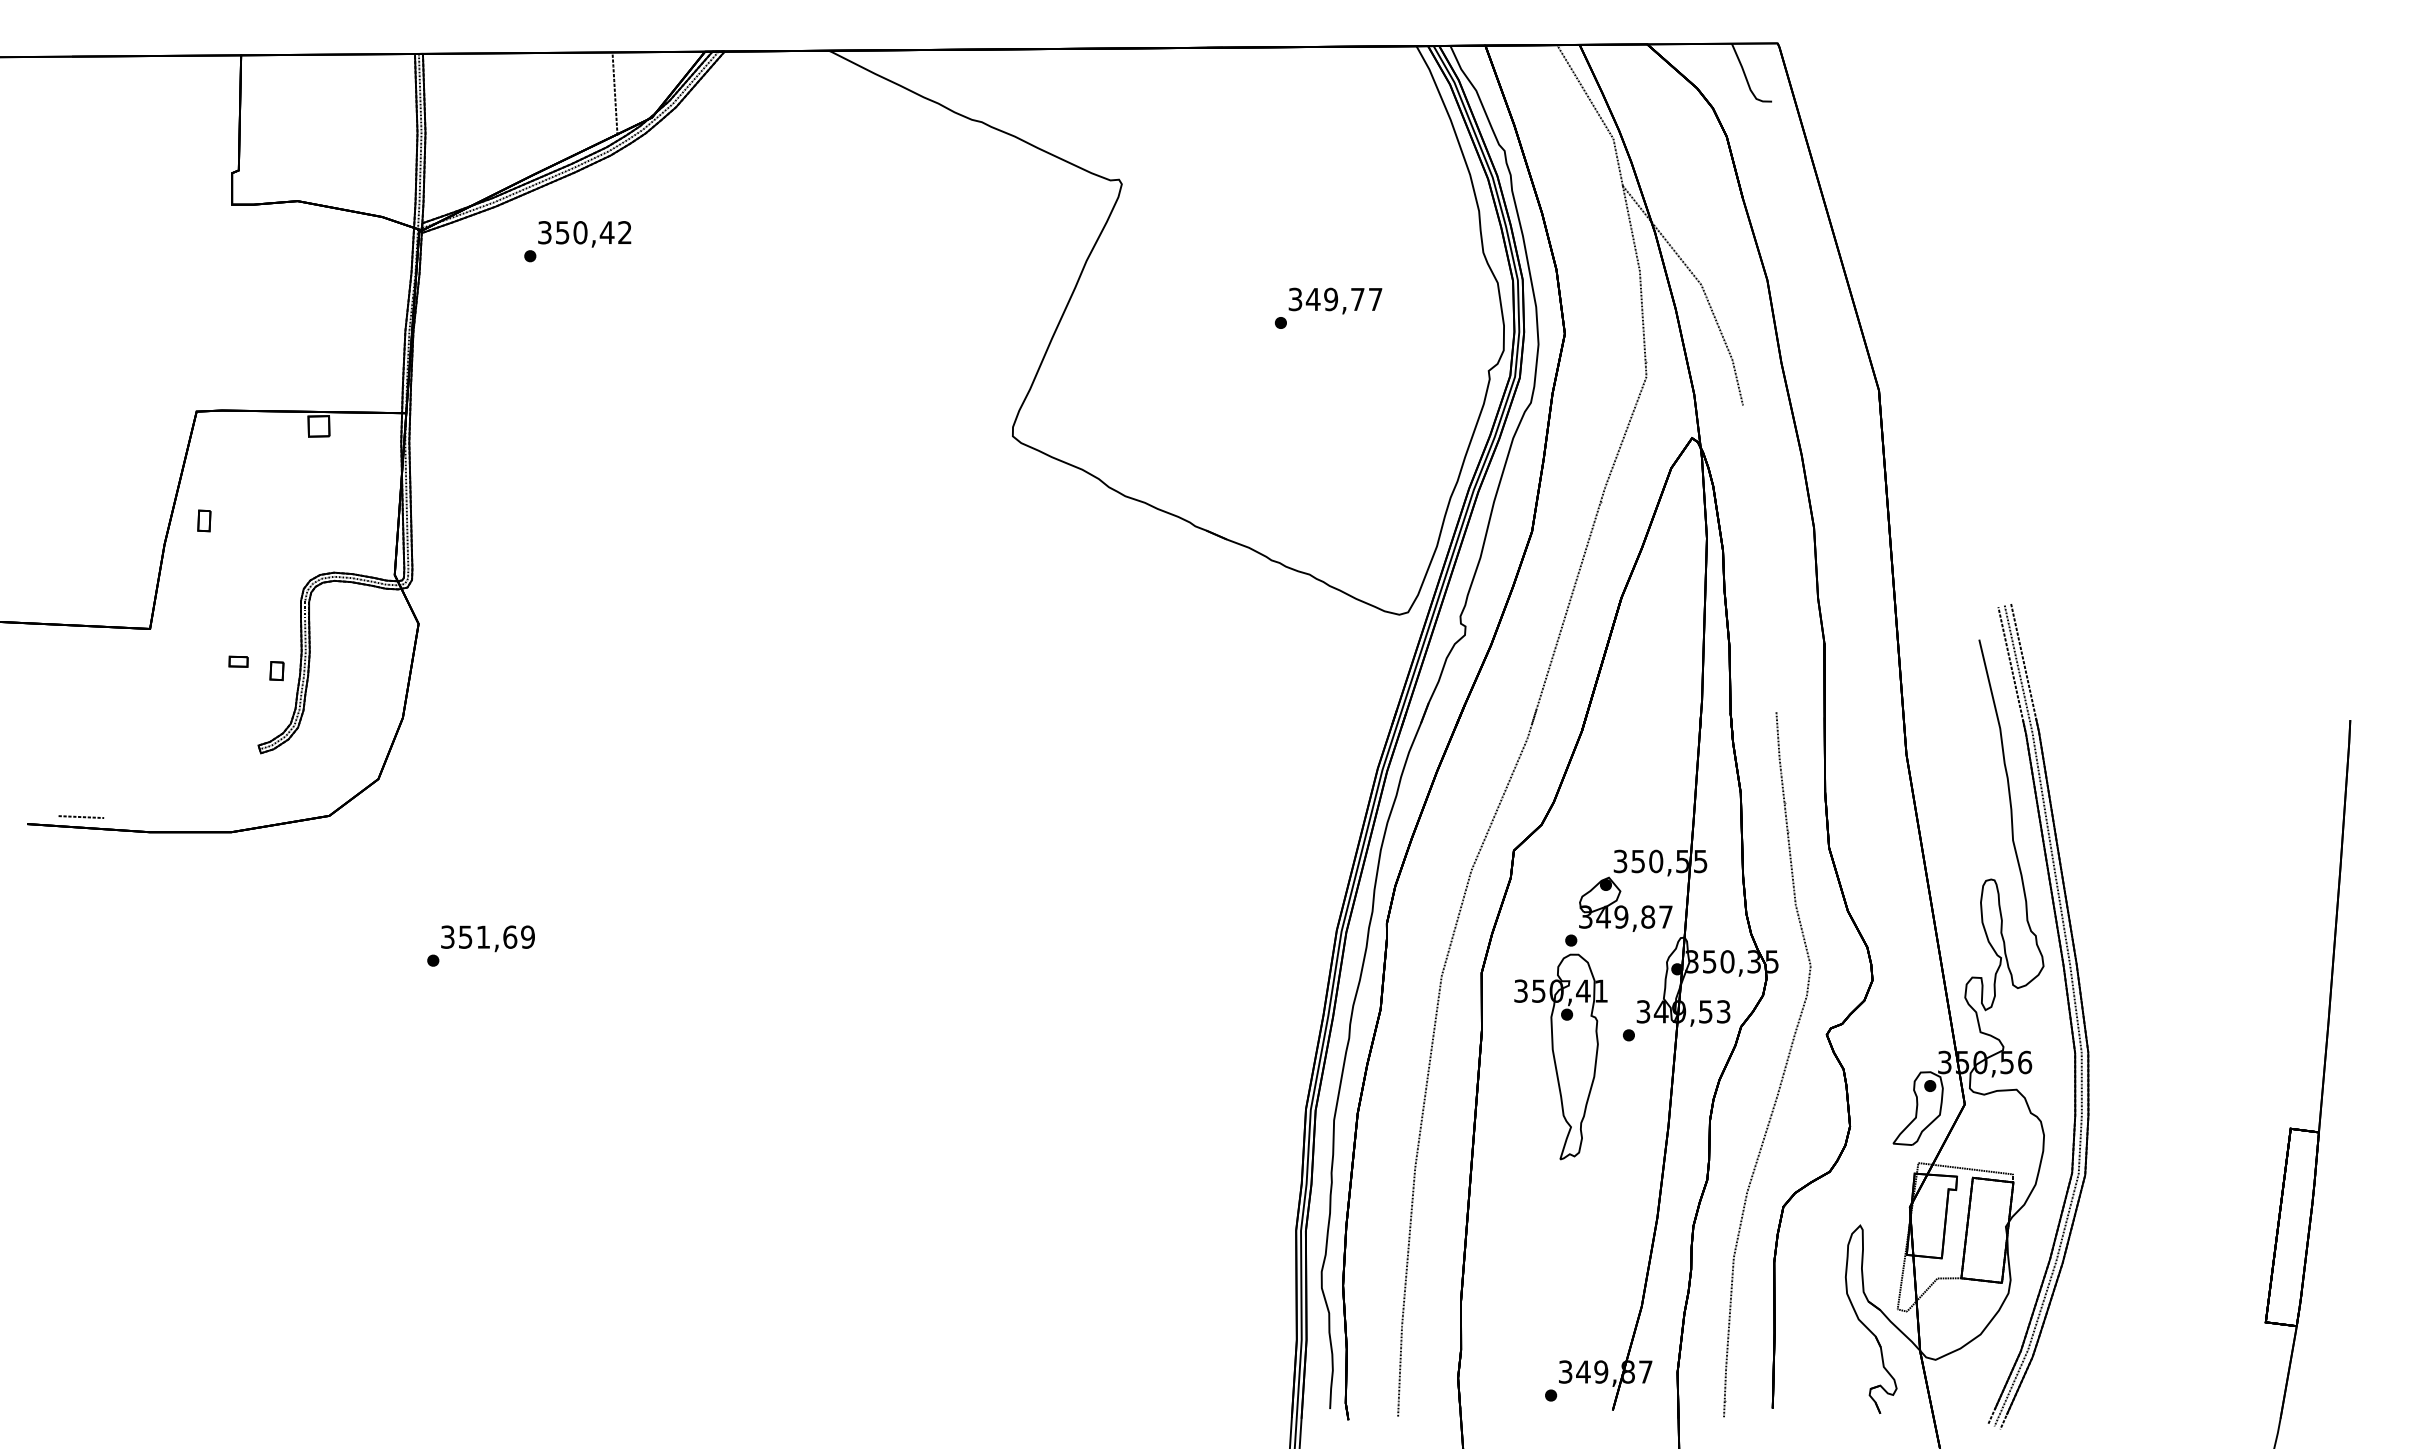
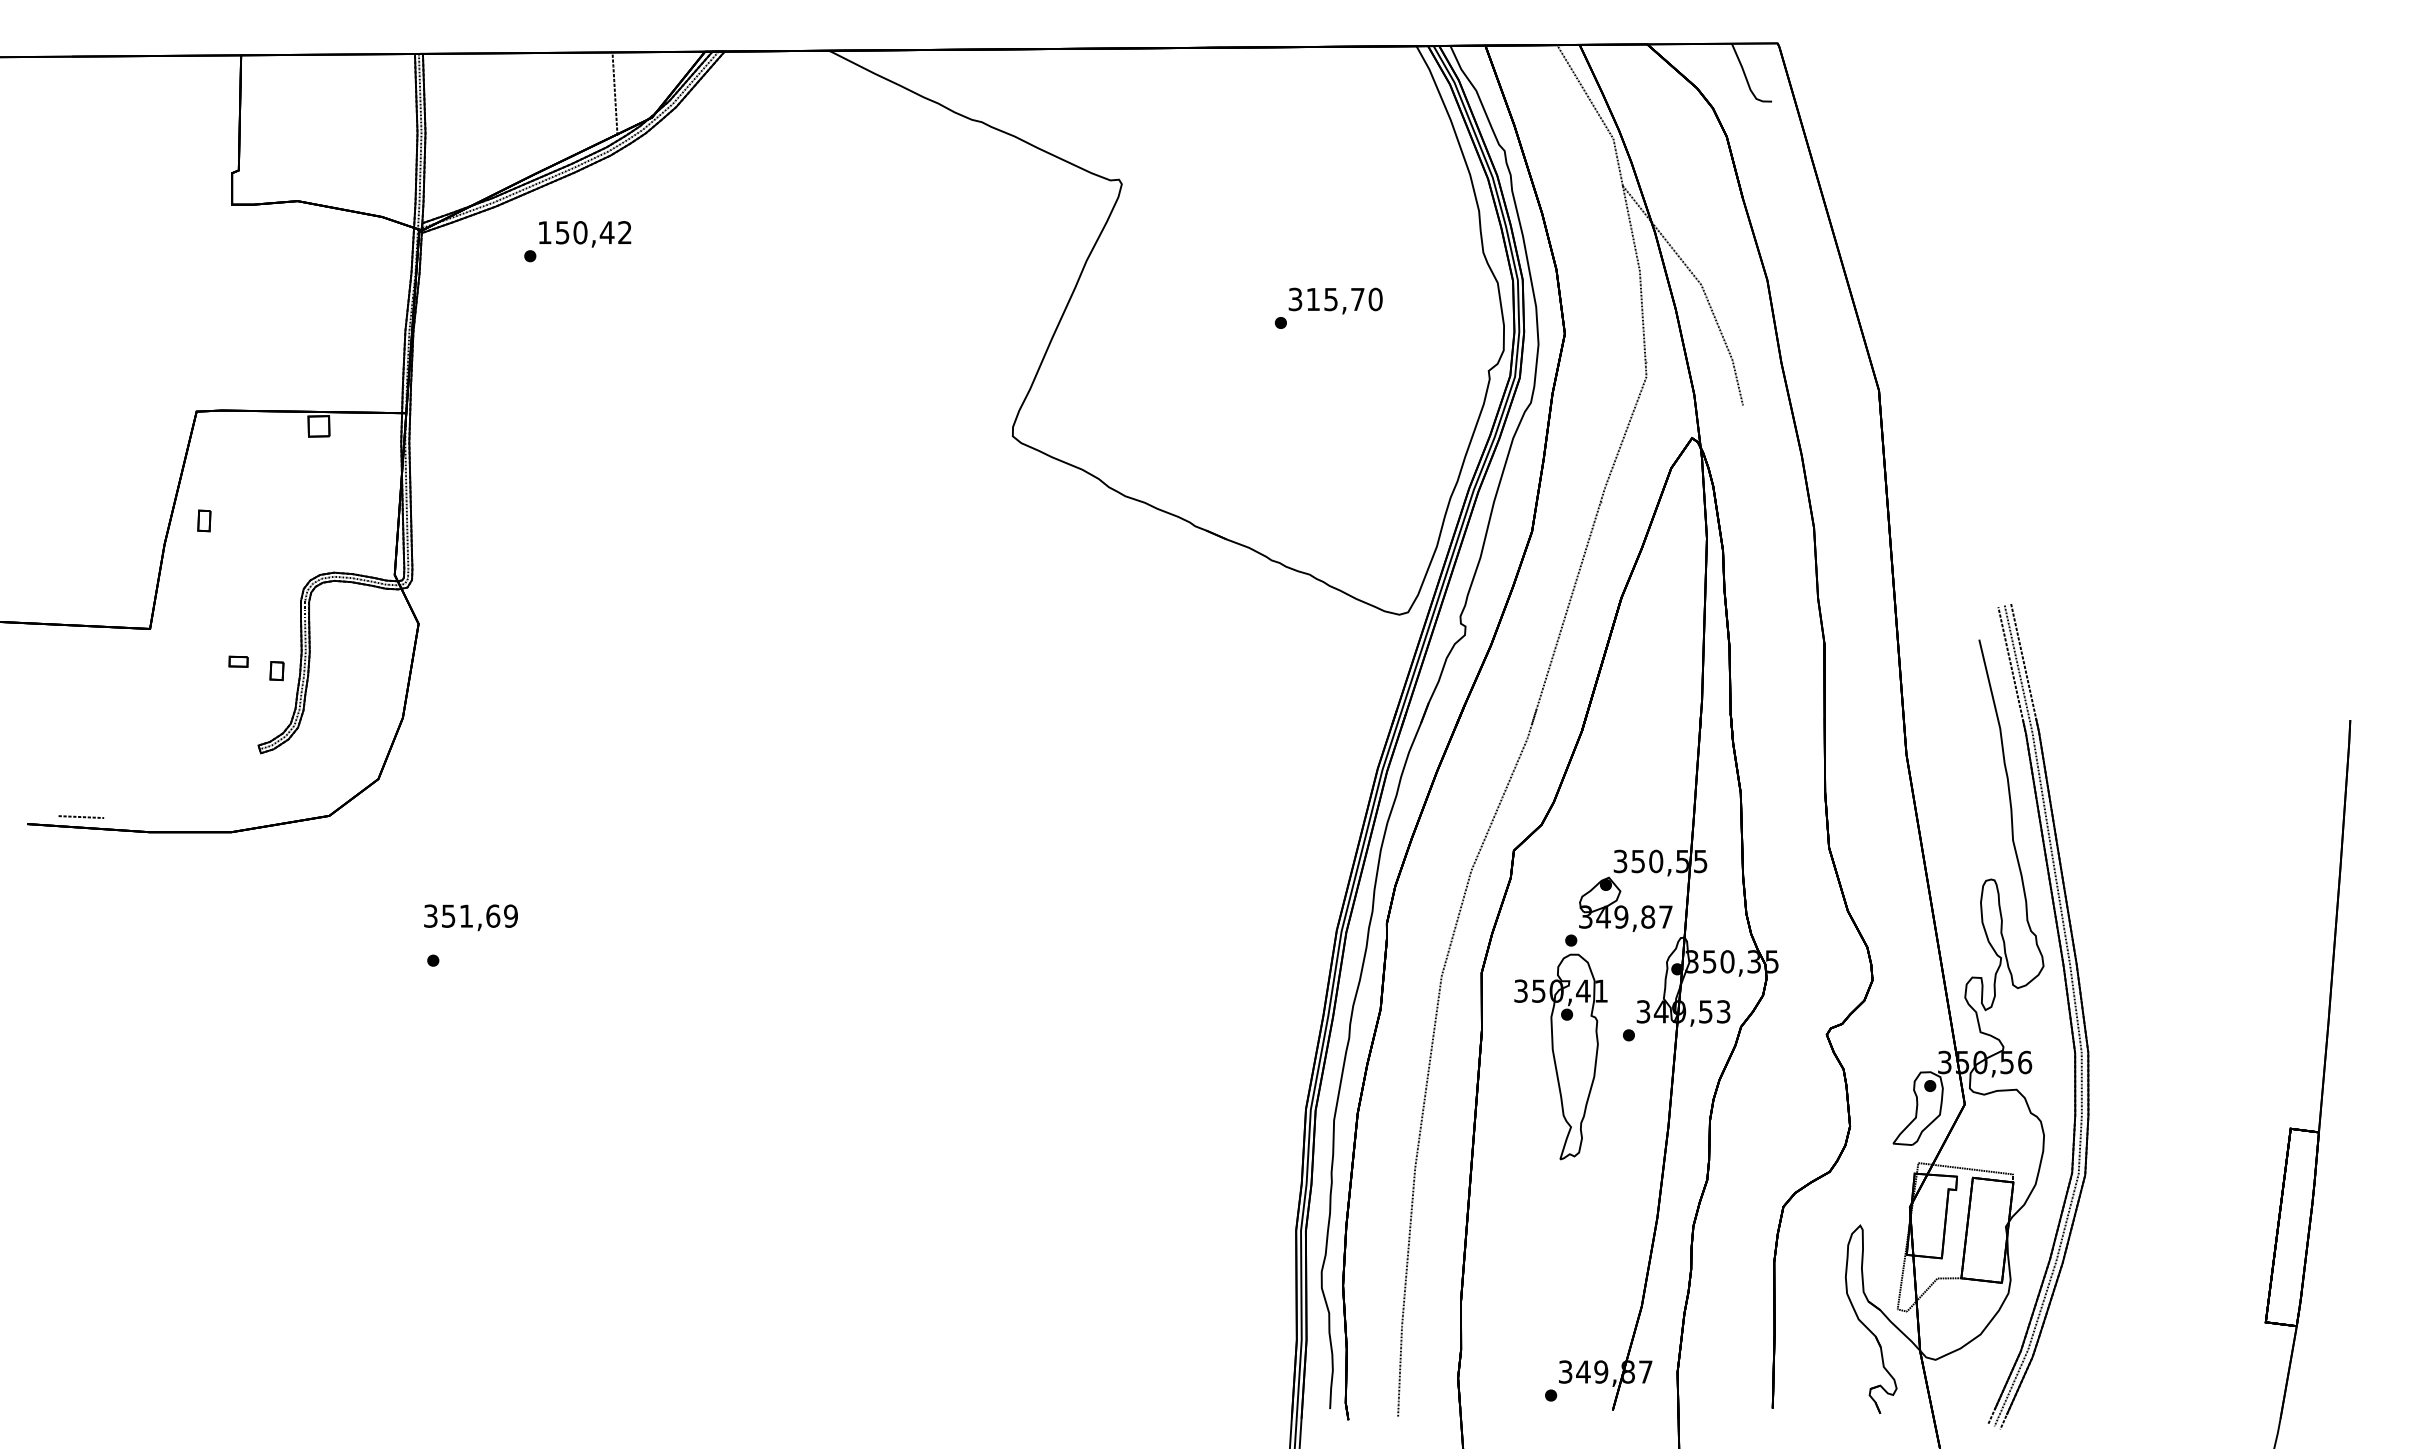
text at (544, 232): 350,42 -> 150,42
text at (1343, 299): 349,77 -> 315,70
text at (487, 938) position: (487, 938) -> (470, 917)
curve at (1783, 1070): present -> none
